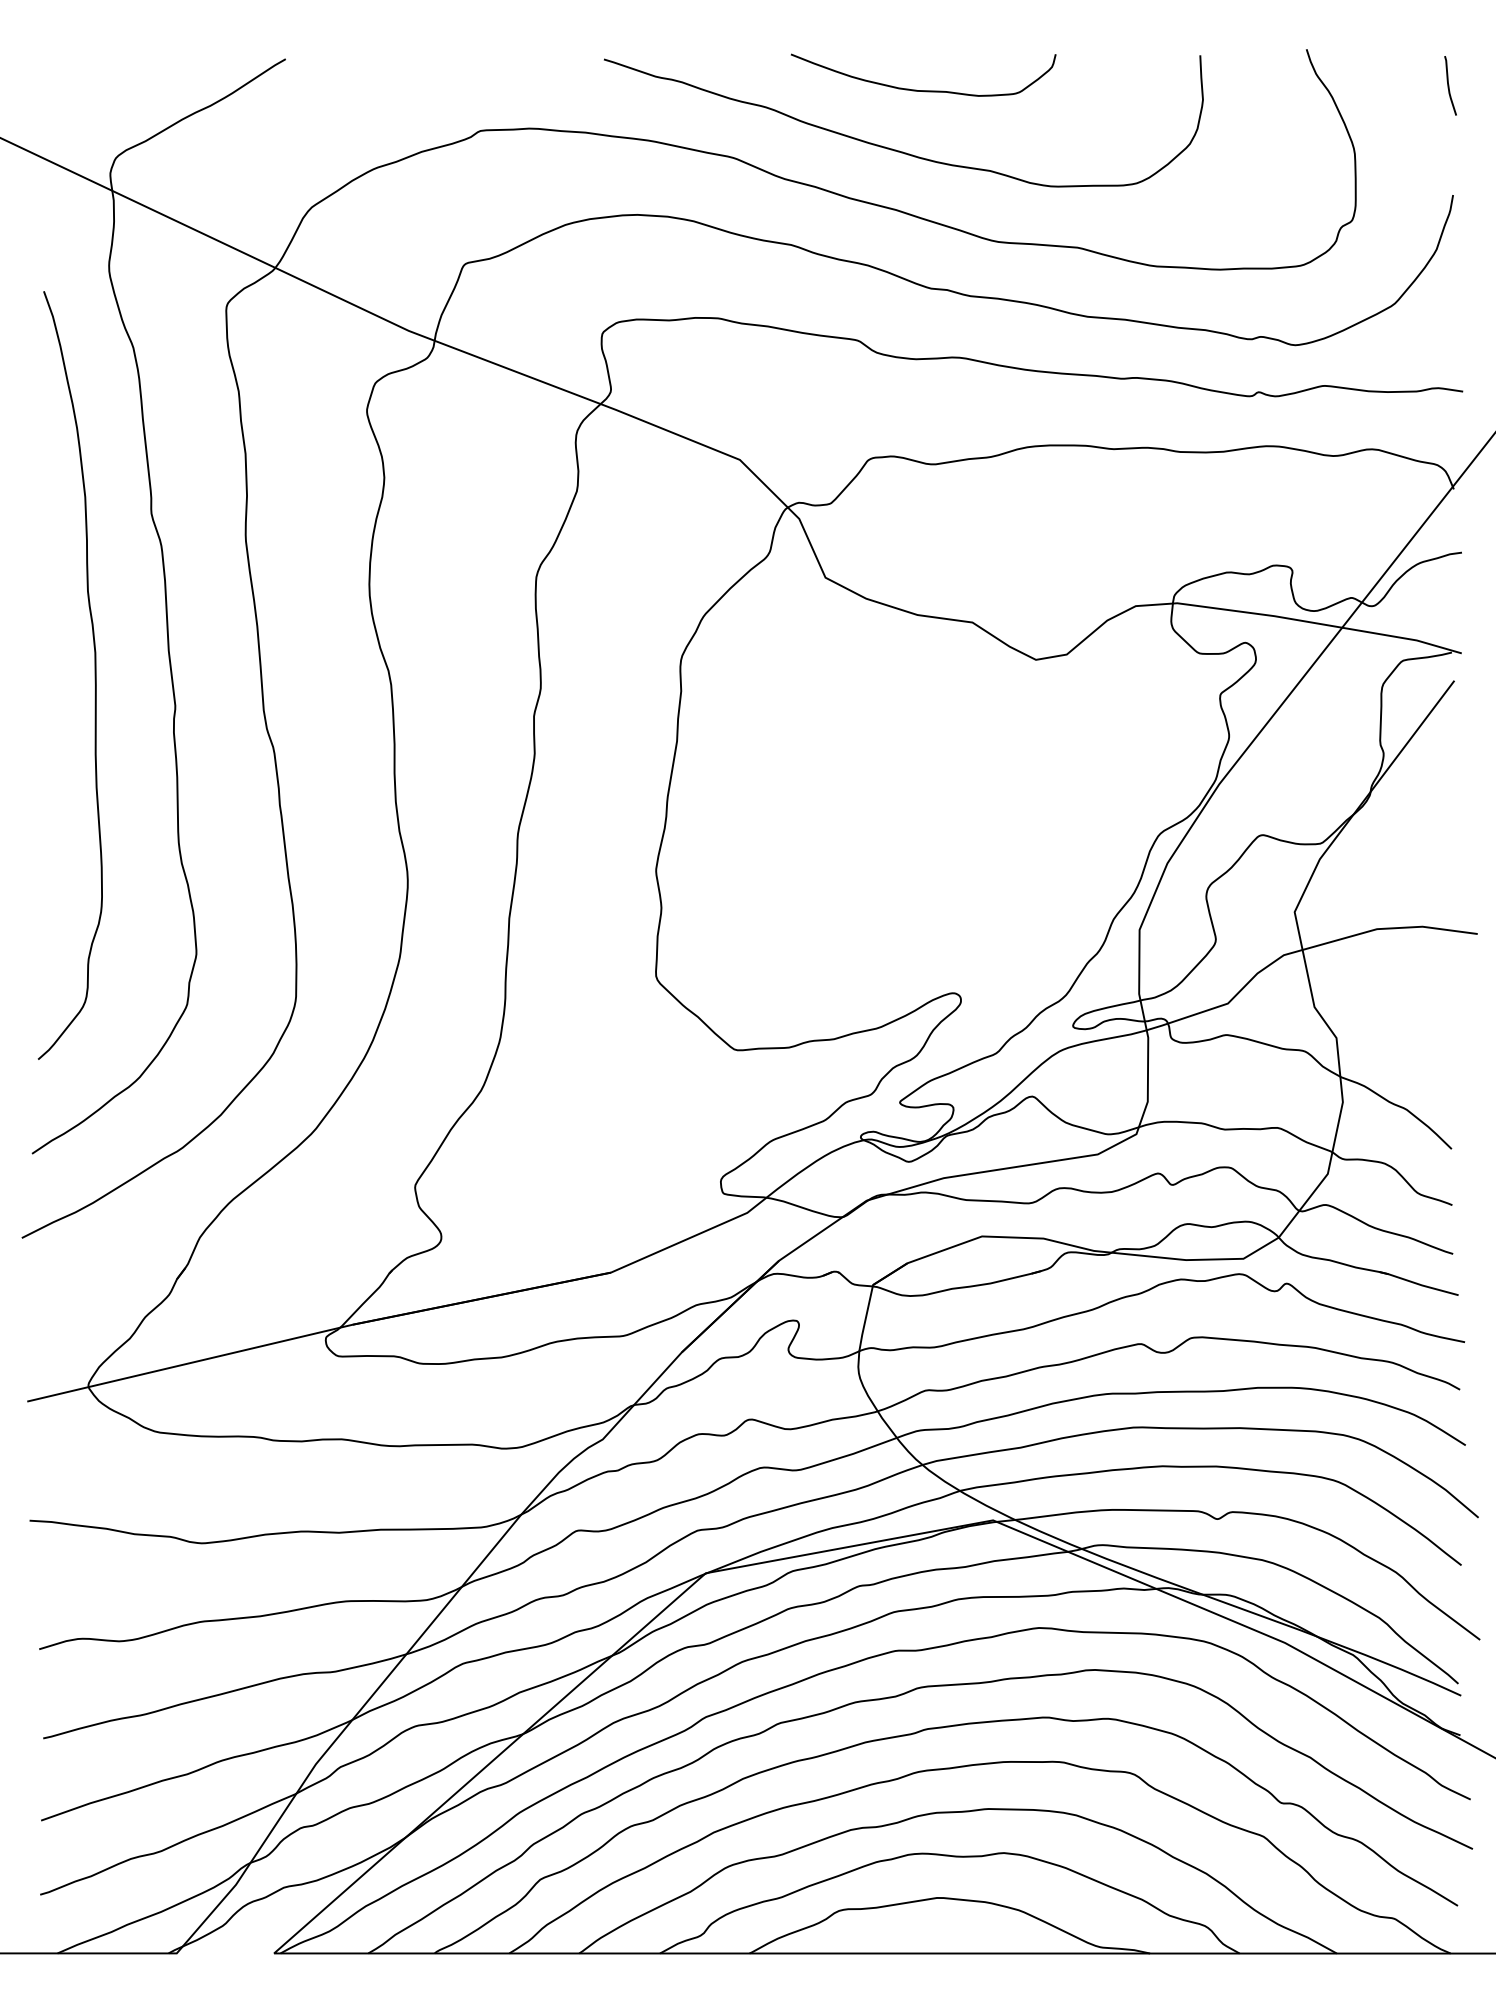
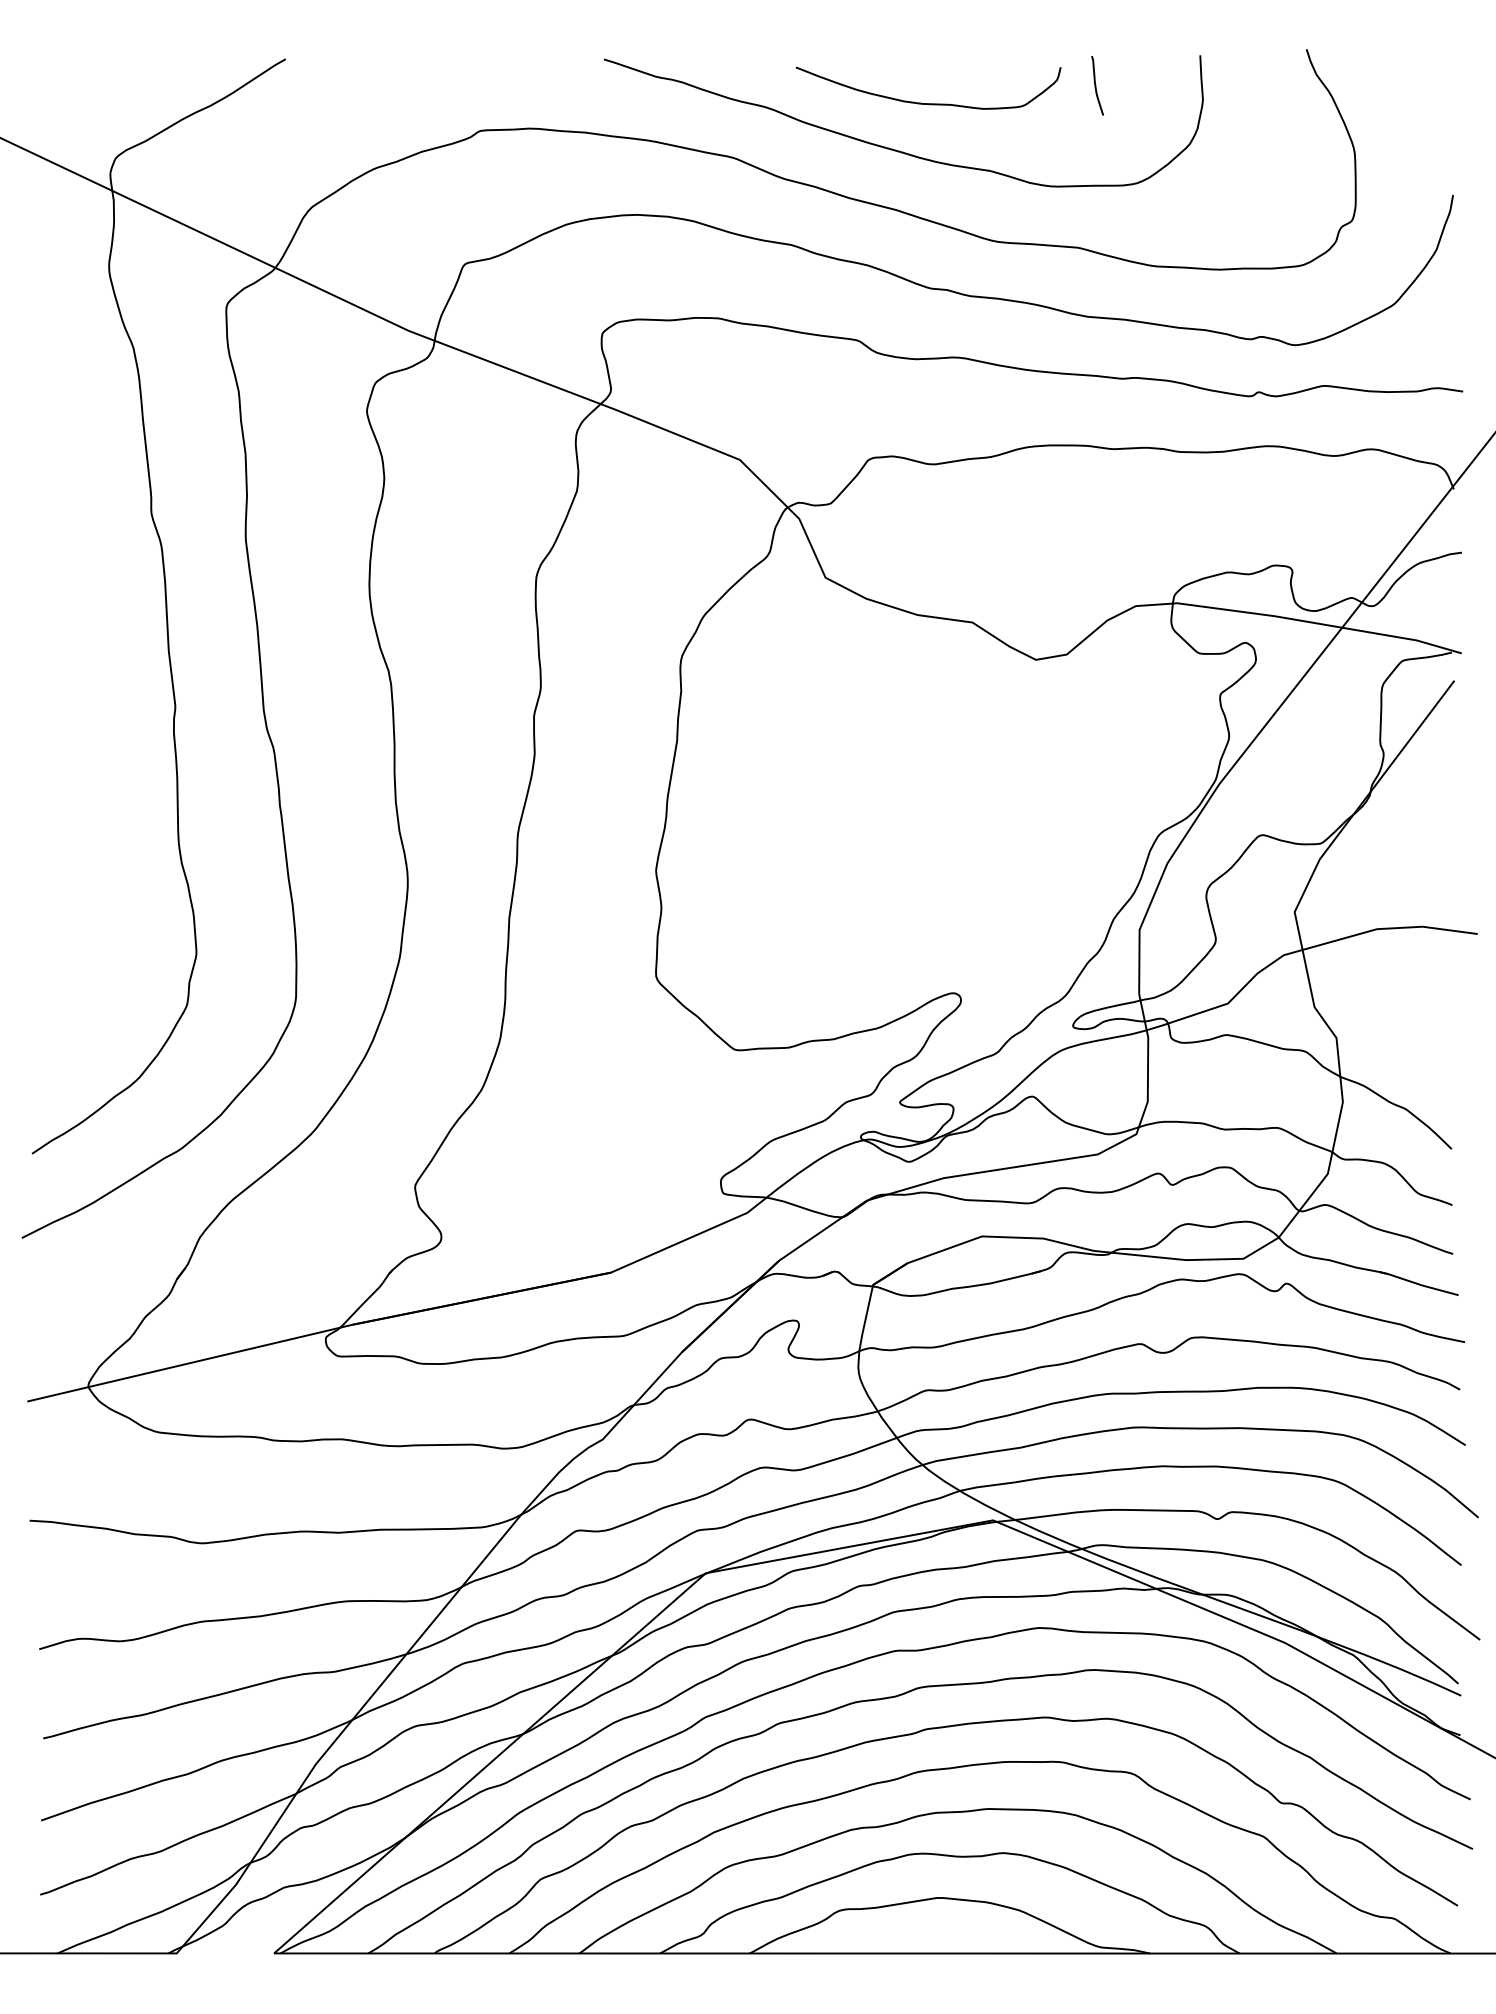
curve at (1449, 85) position: (1449, 85) -> (1096, 85)
curve at (923, 90) position: (923, 90) -> (928, 103)
curve at (94, 675): present -> none
